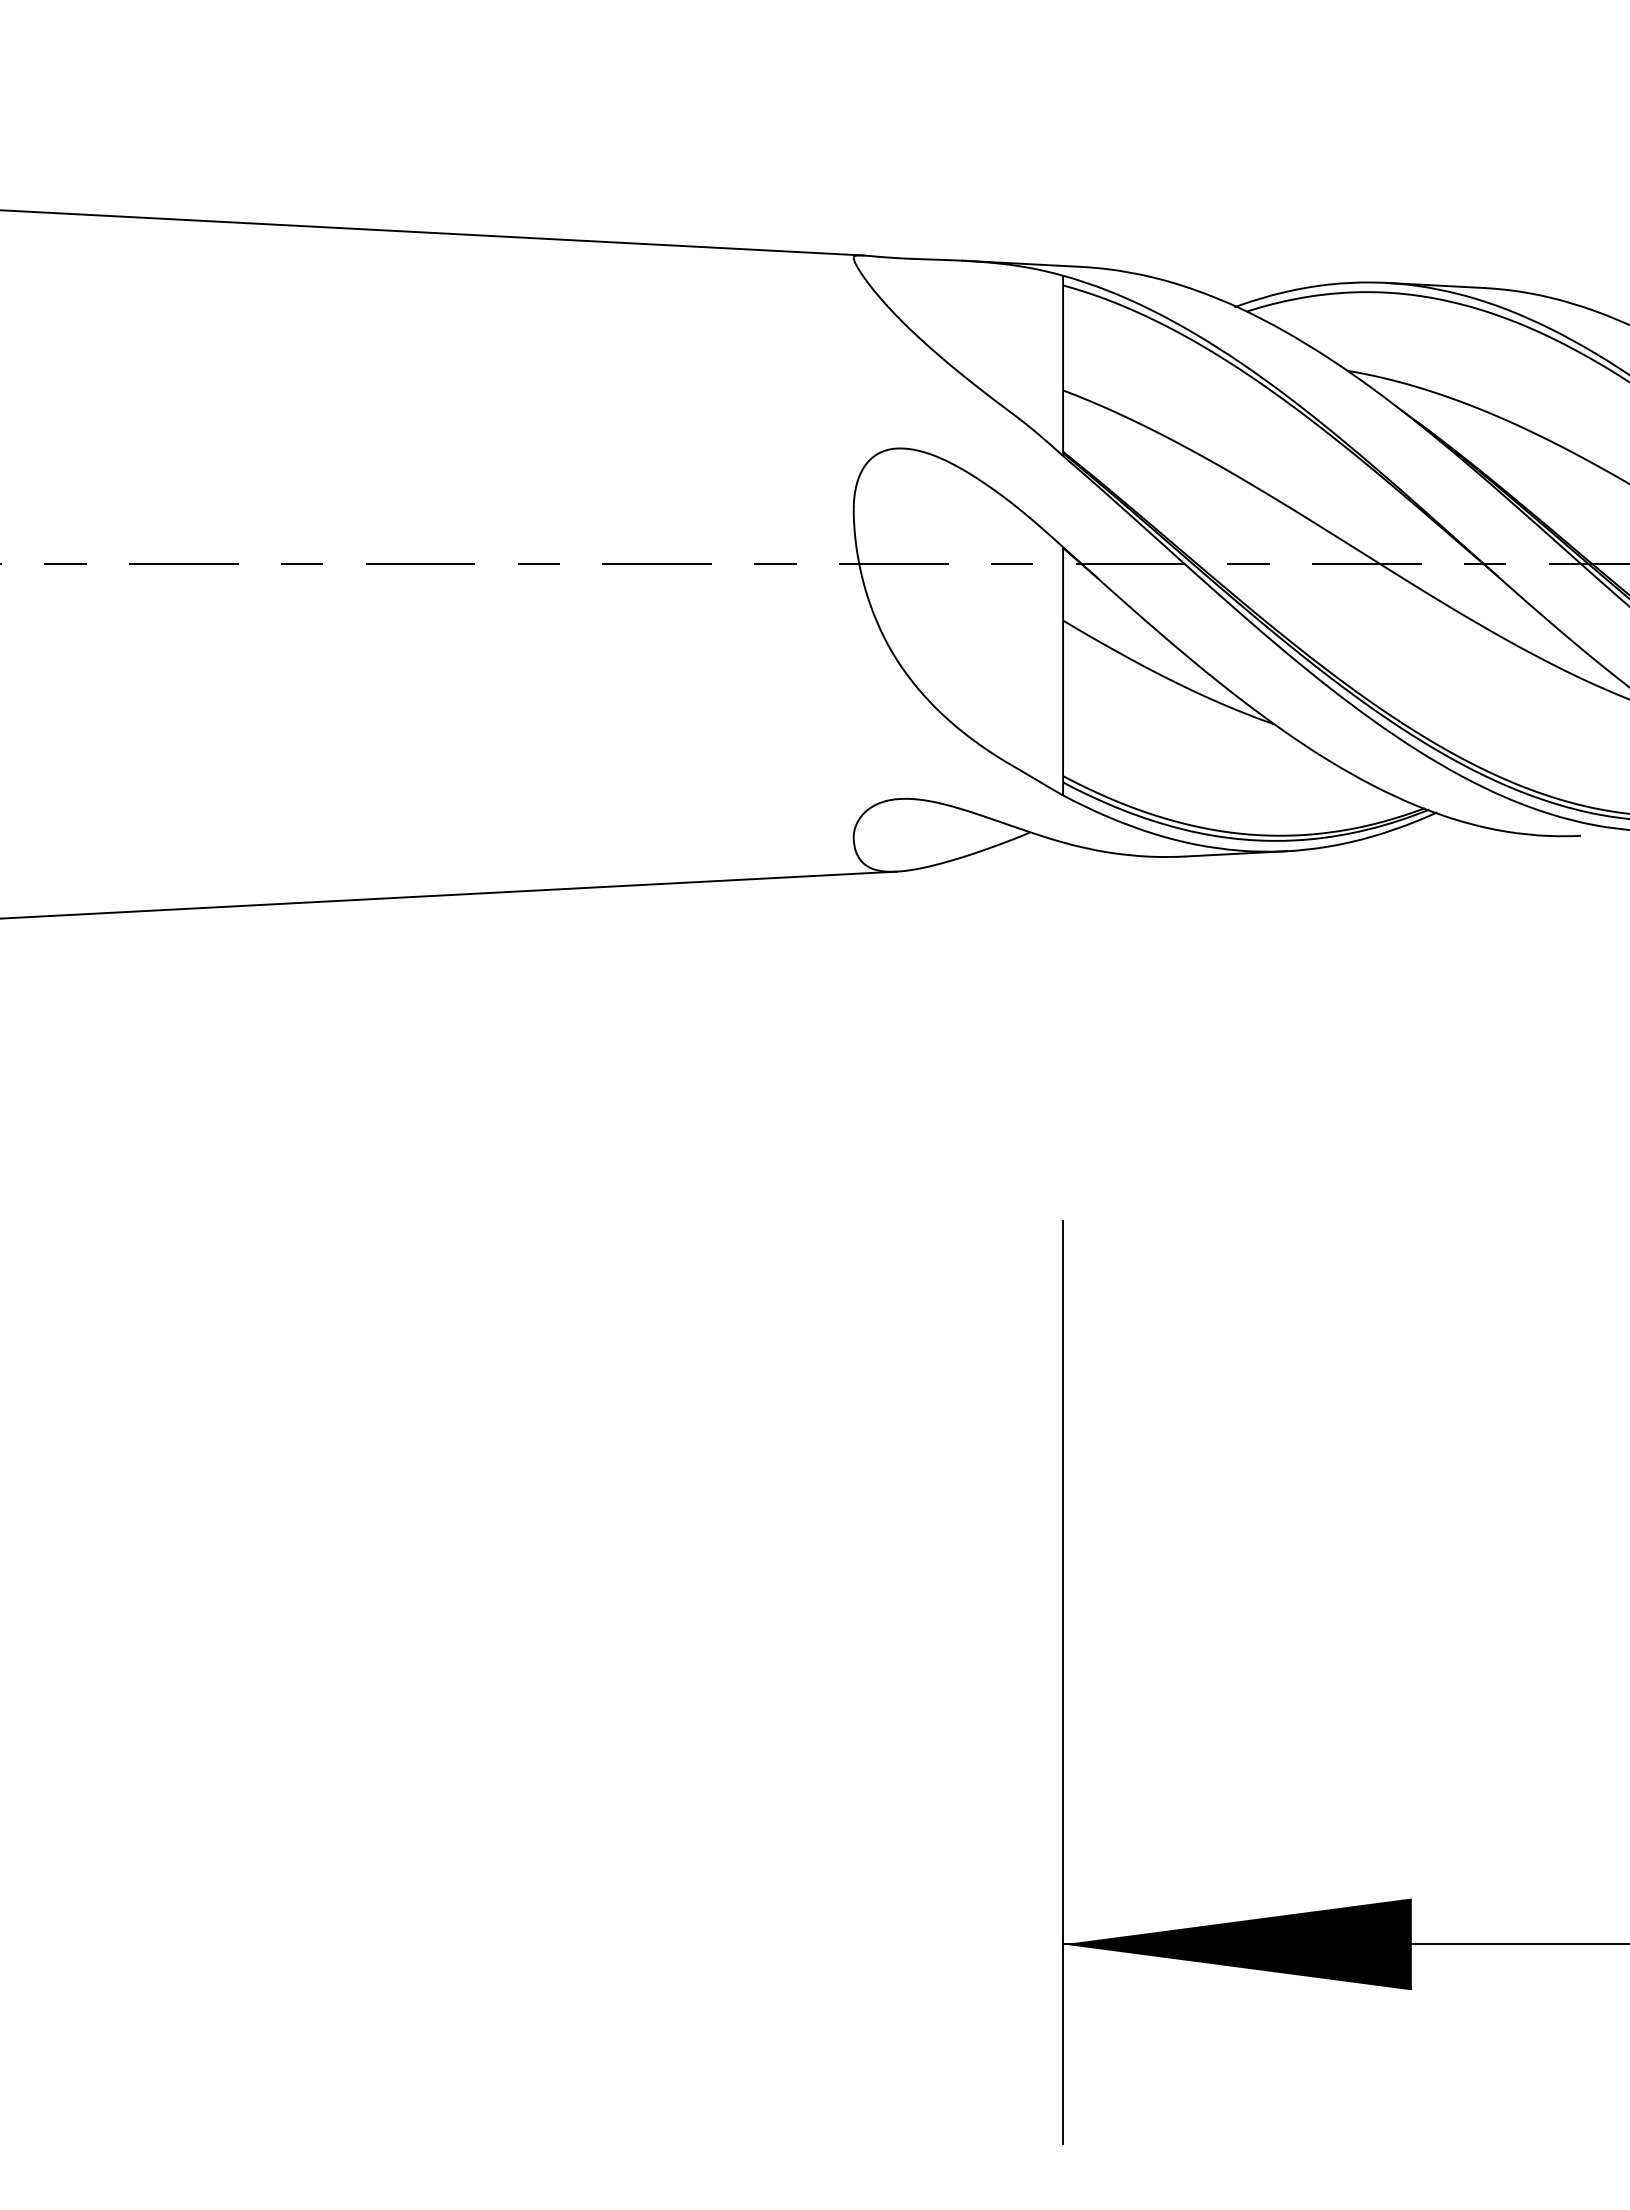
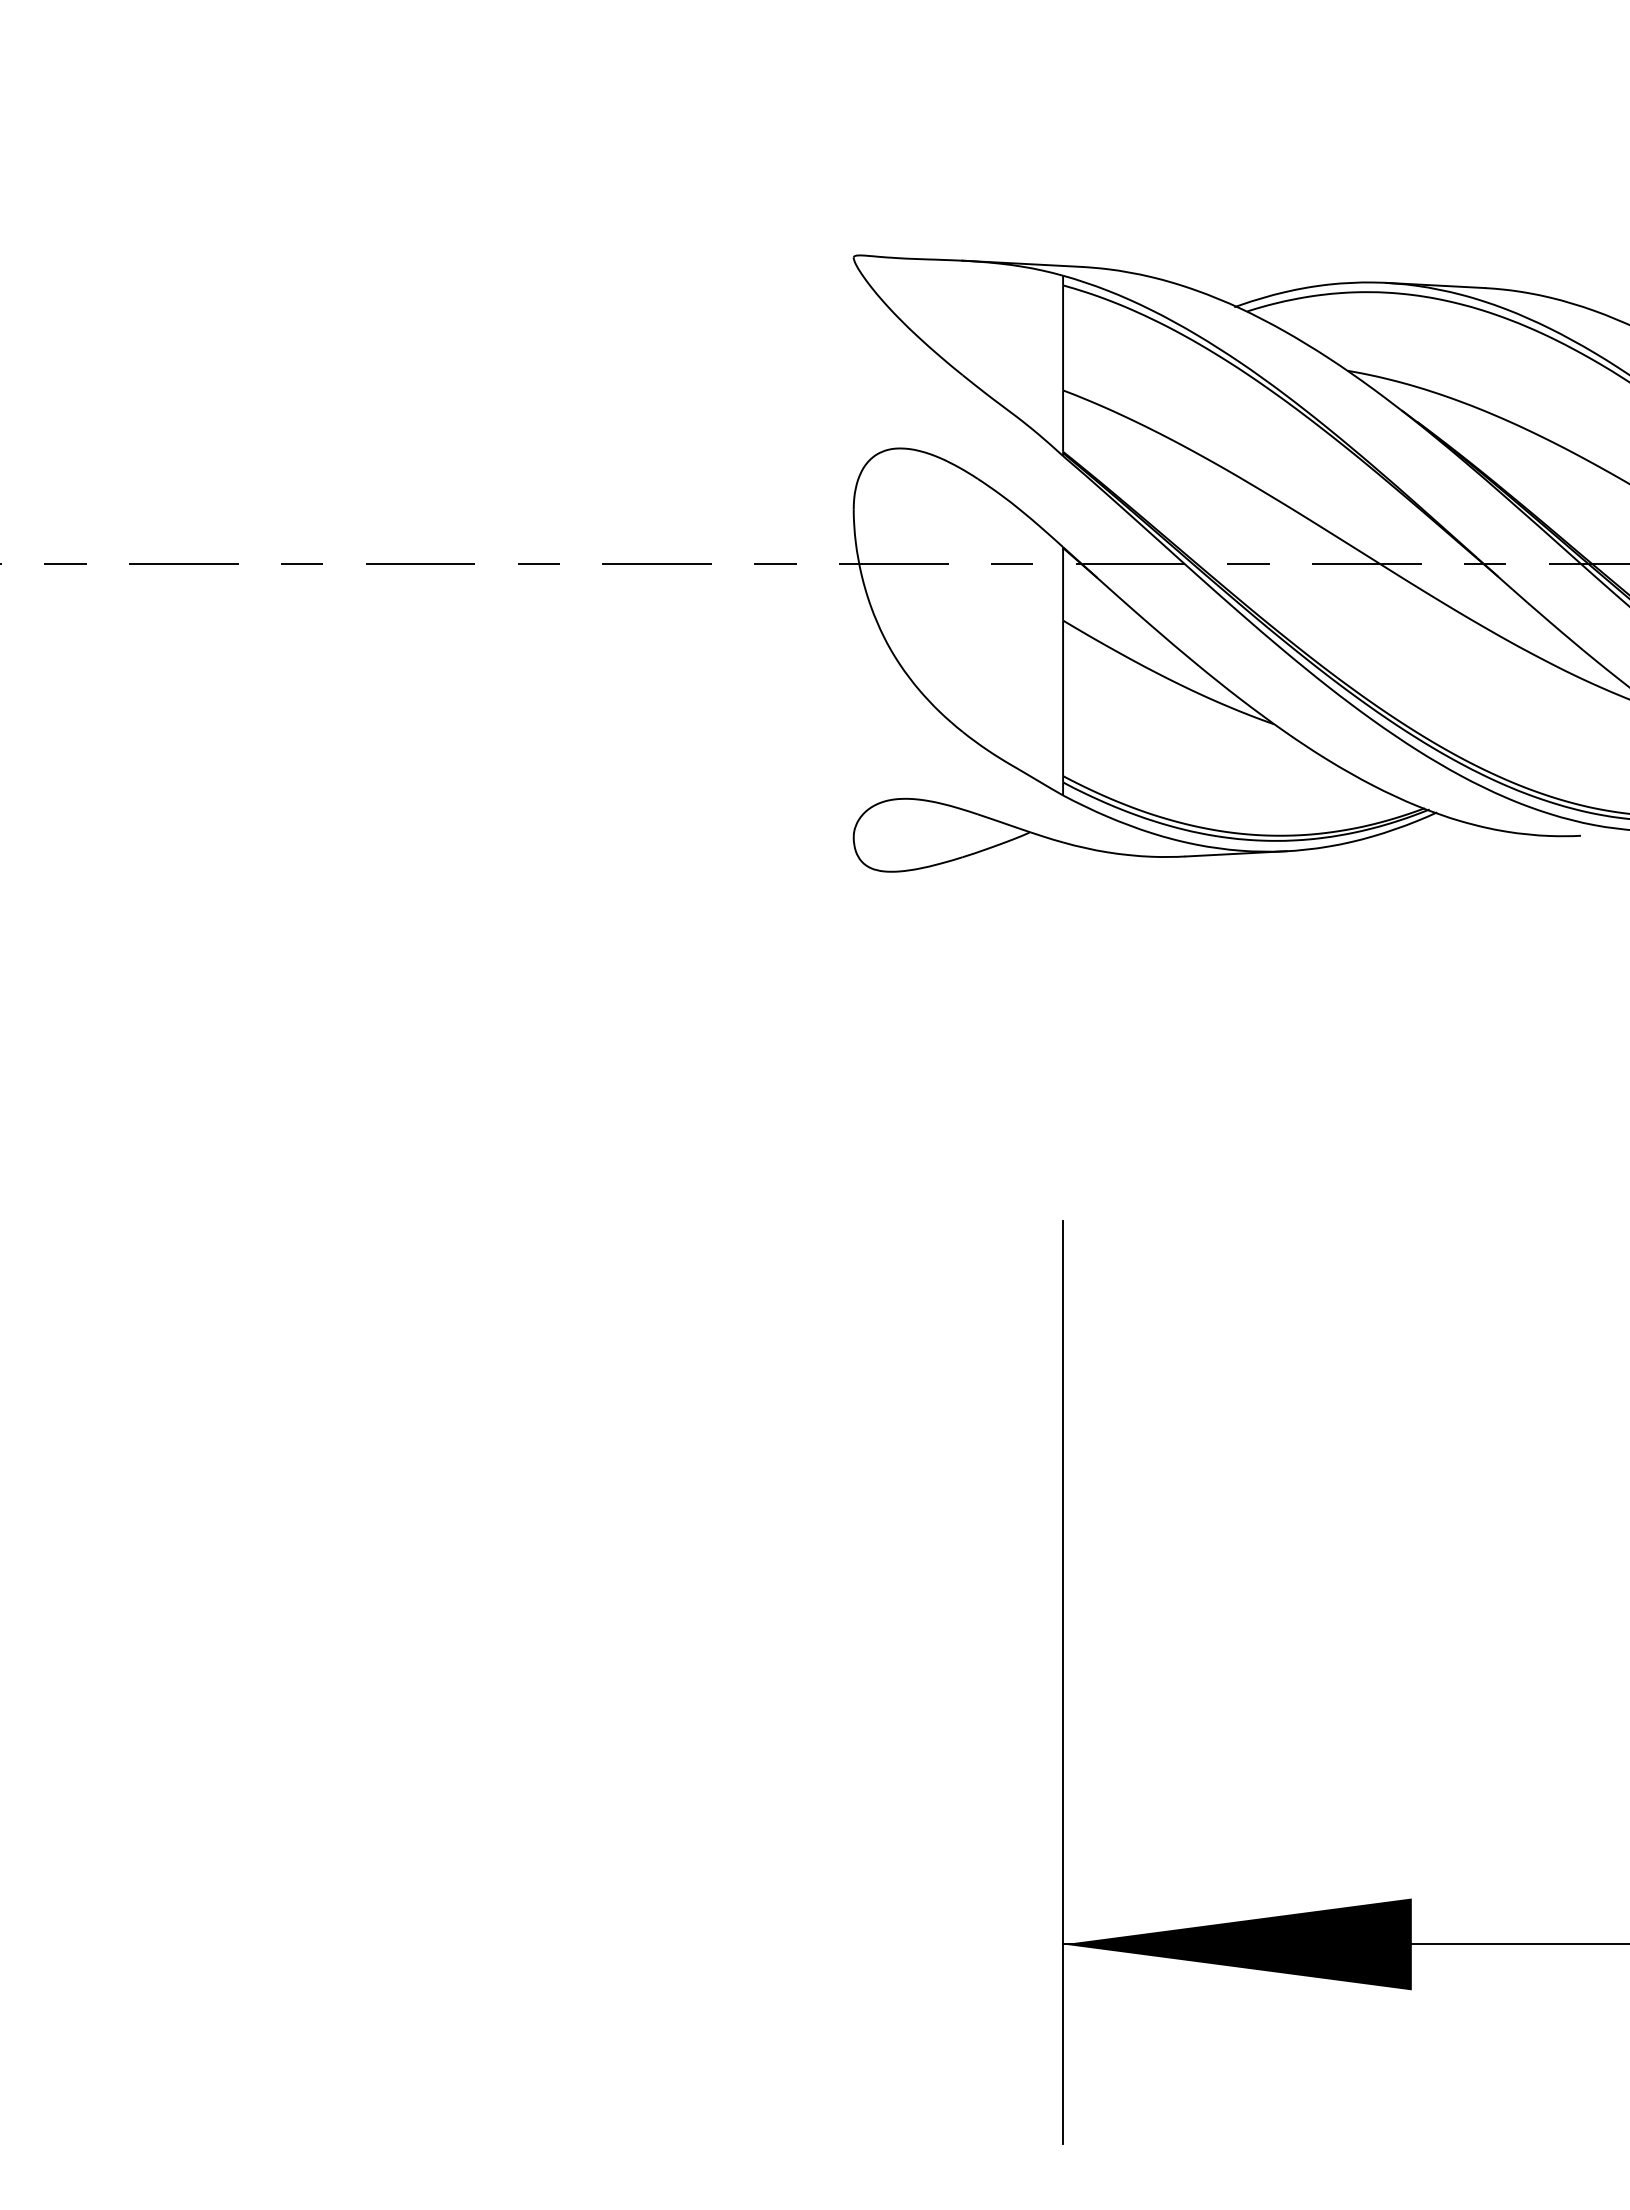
line at (432, 232): present -> none
line at (449, 894): present -> none
